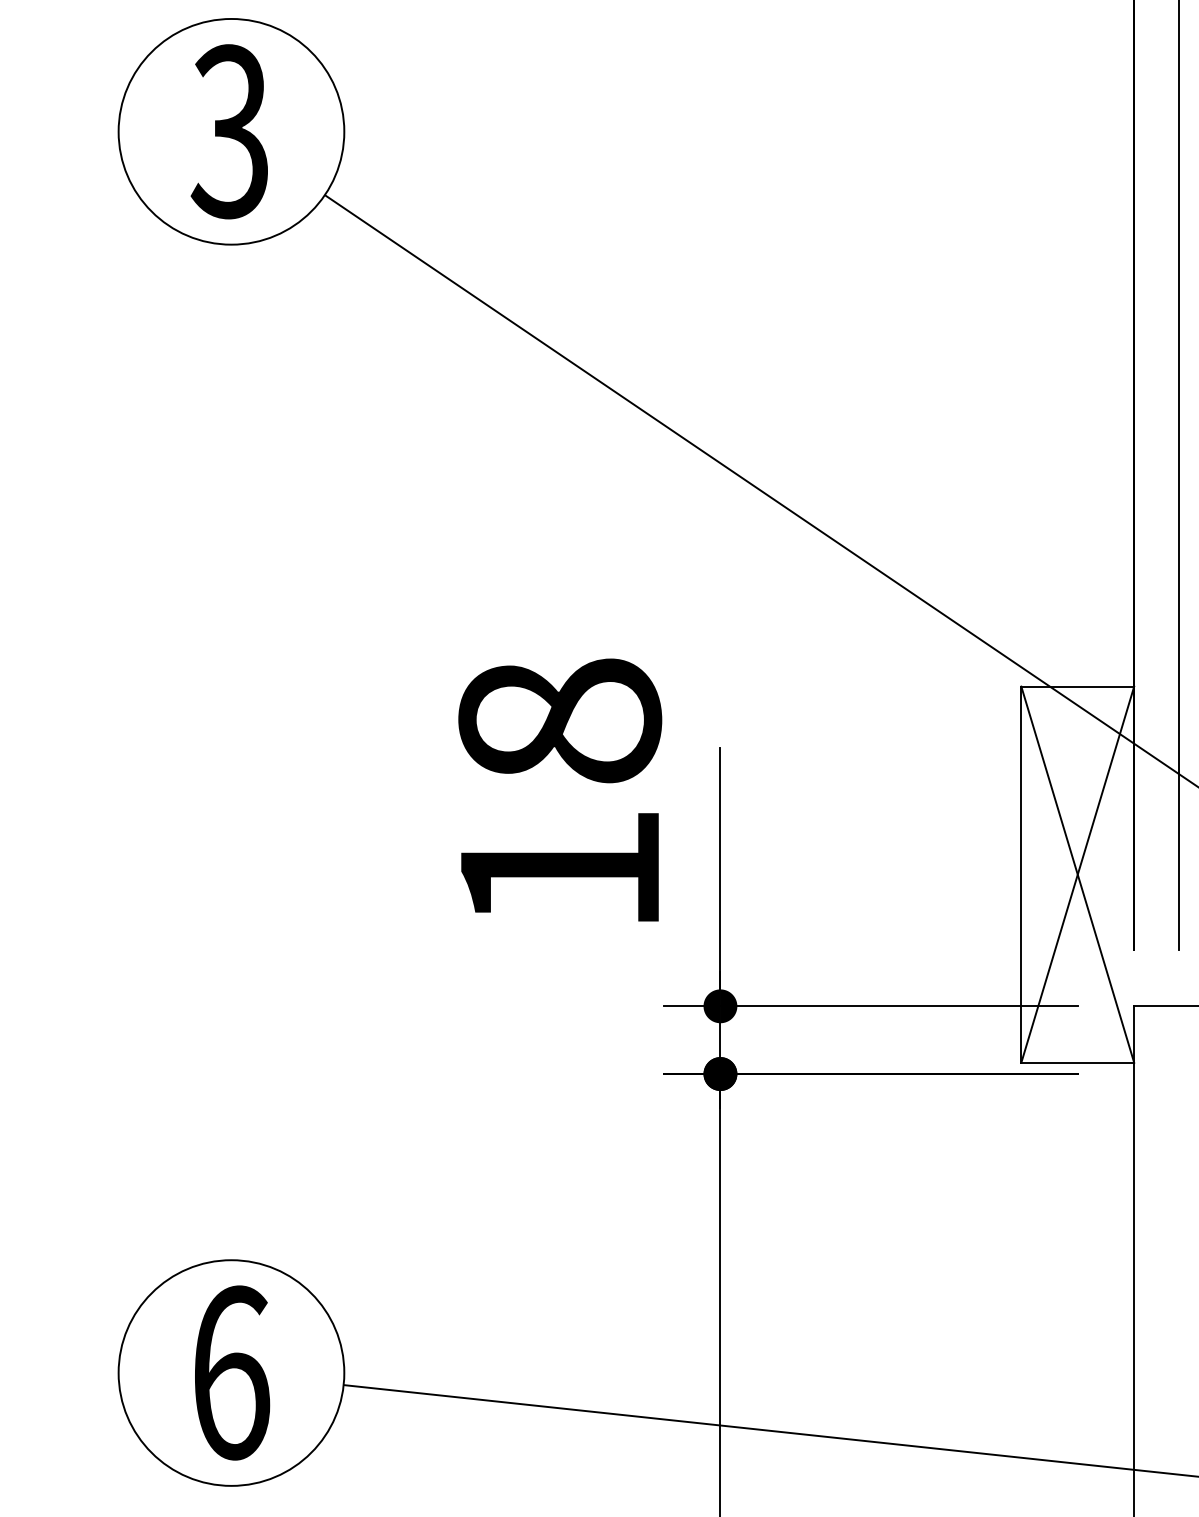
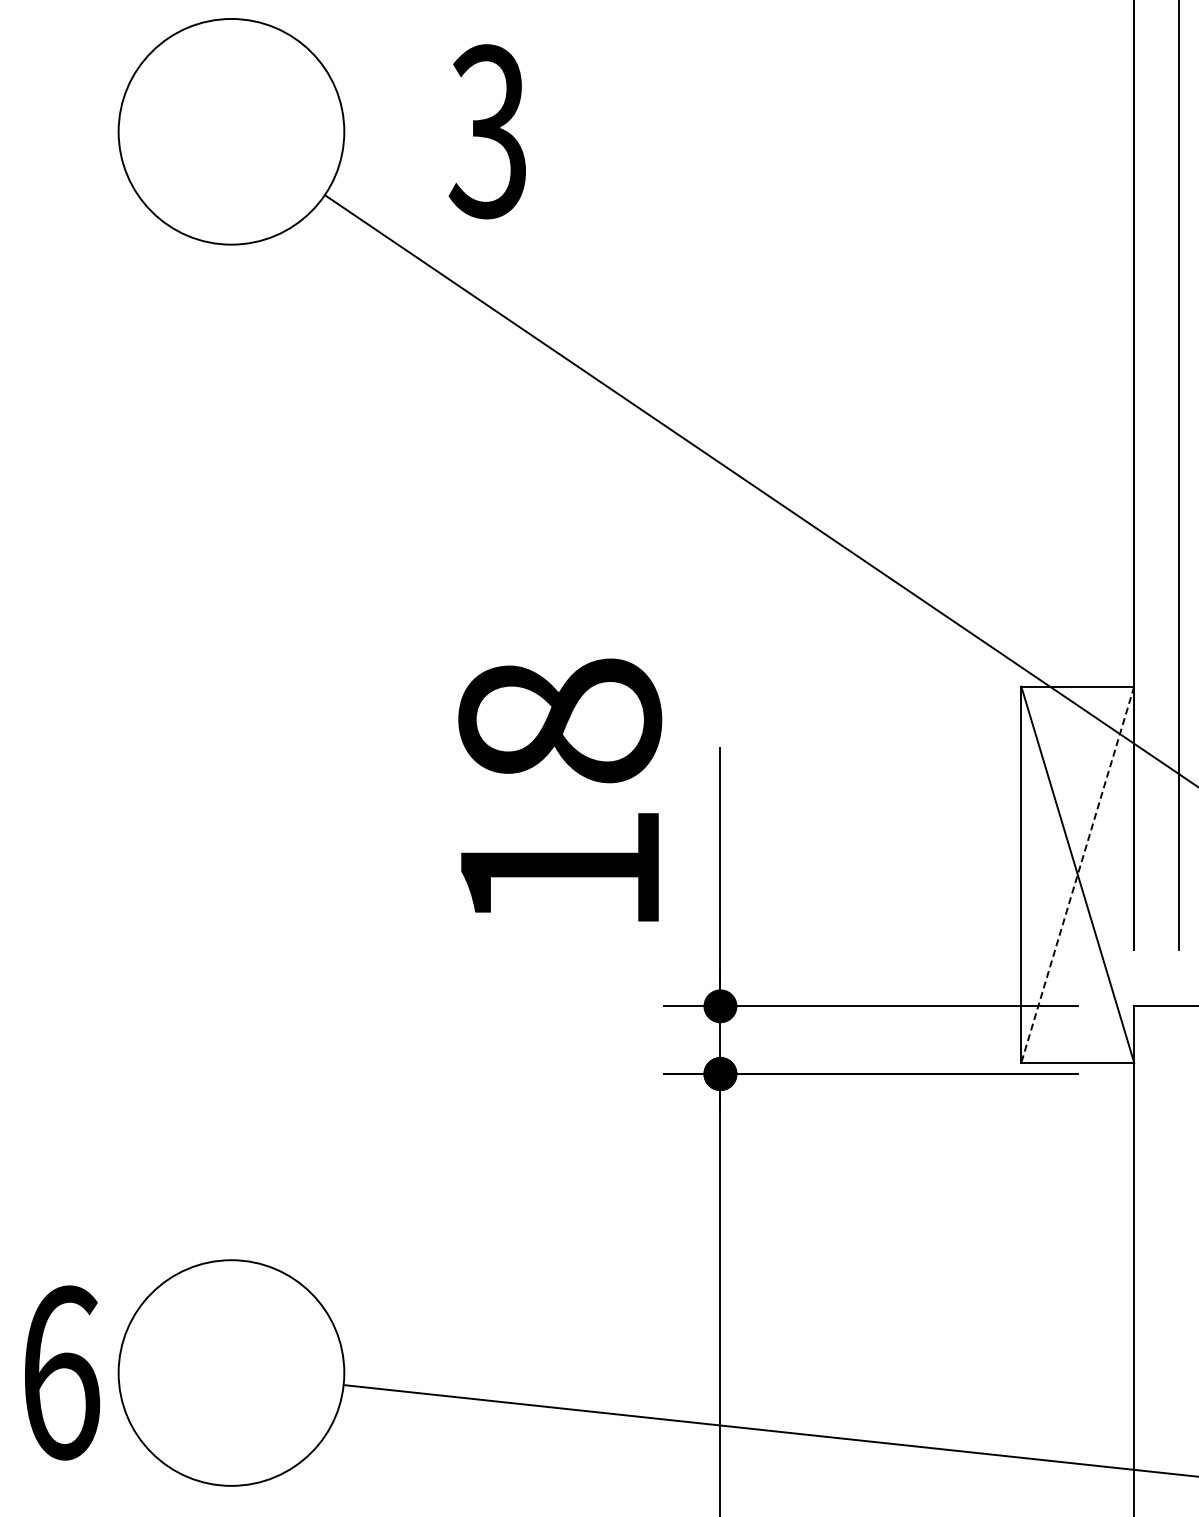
text at (228, 131) position: (228, 131) -> (486, 131)
line at (1077, 875): solid -> dashed
text at (232, 1372) position: (232, 1372) -> (62, 1372)
